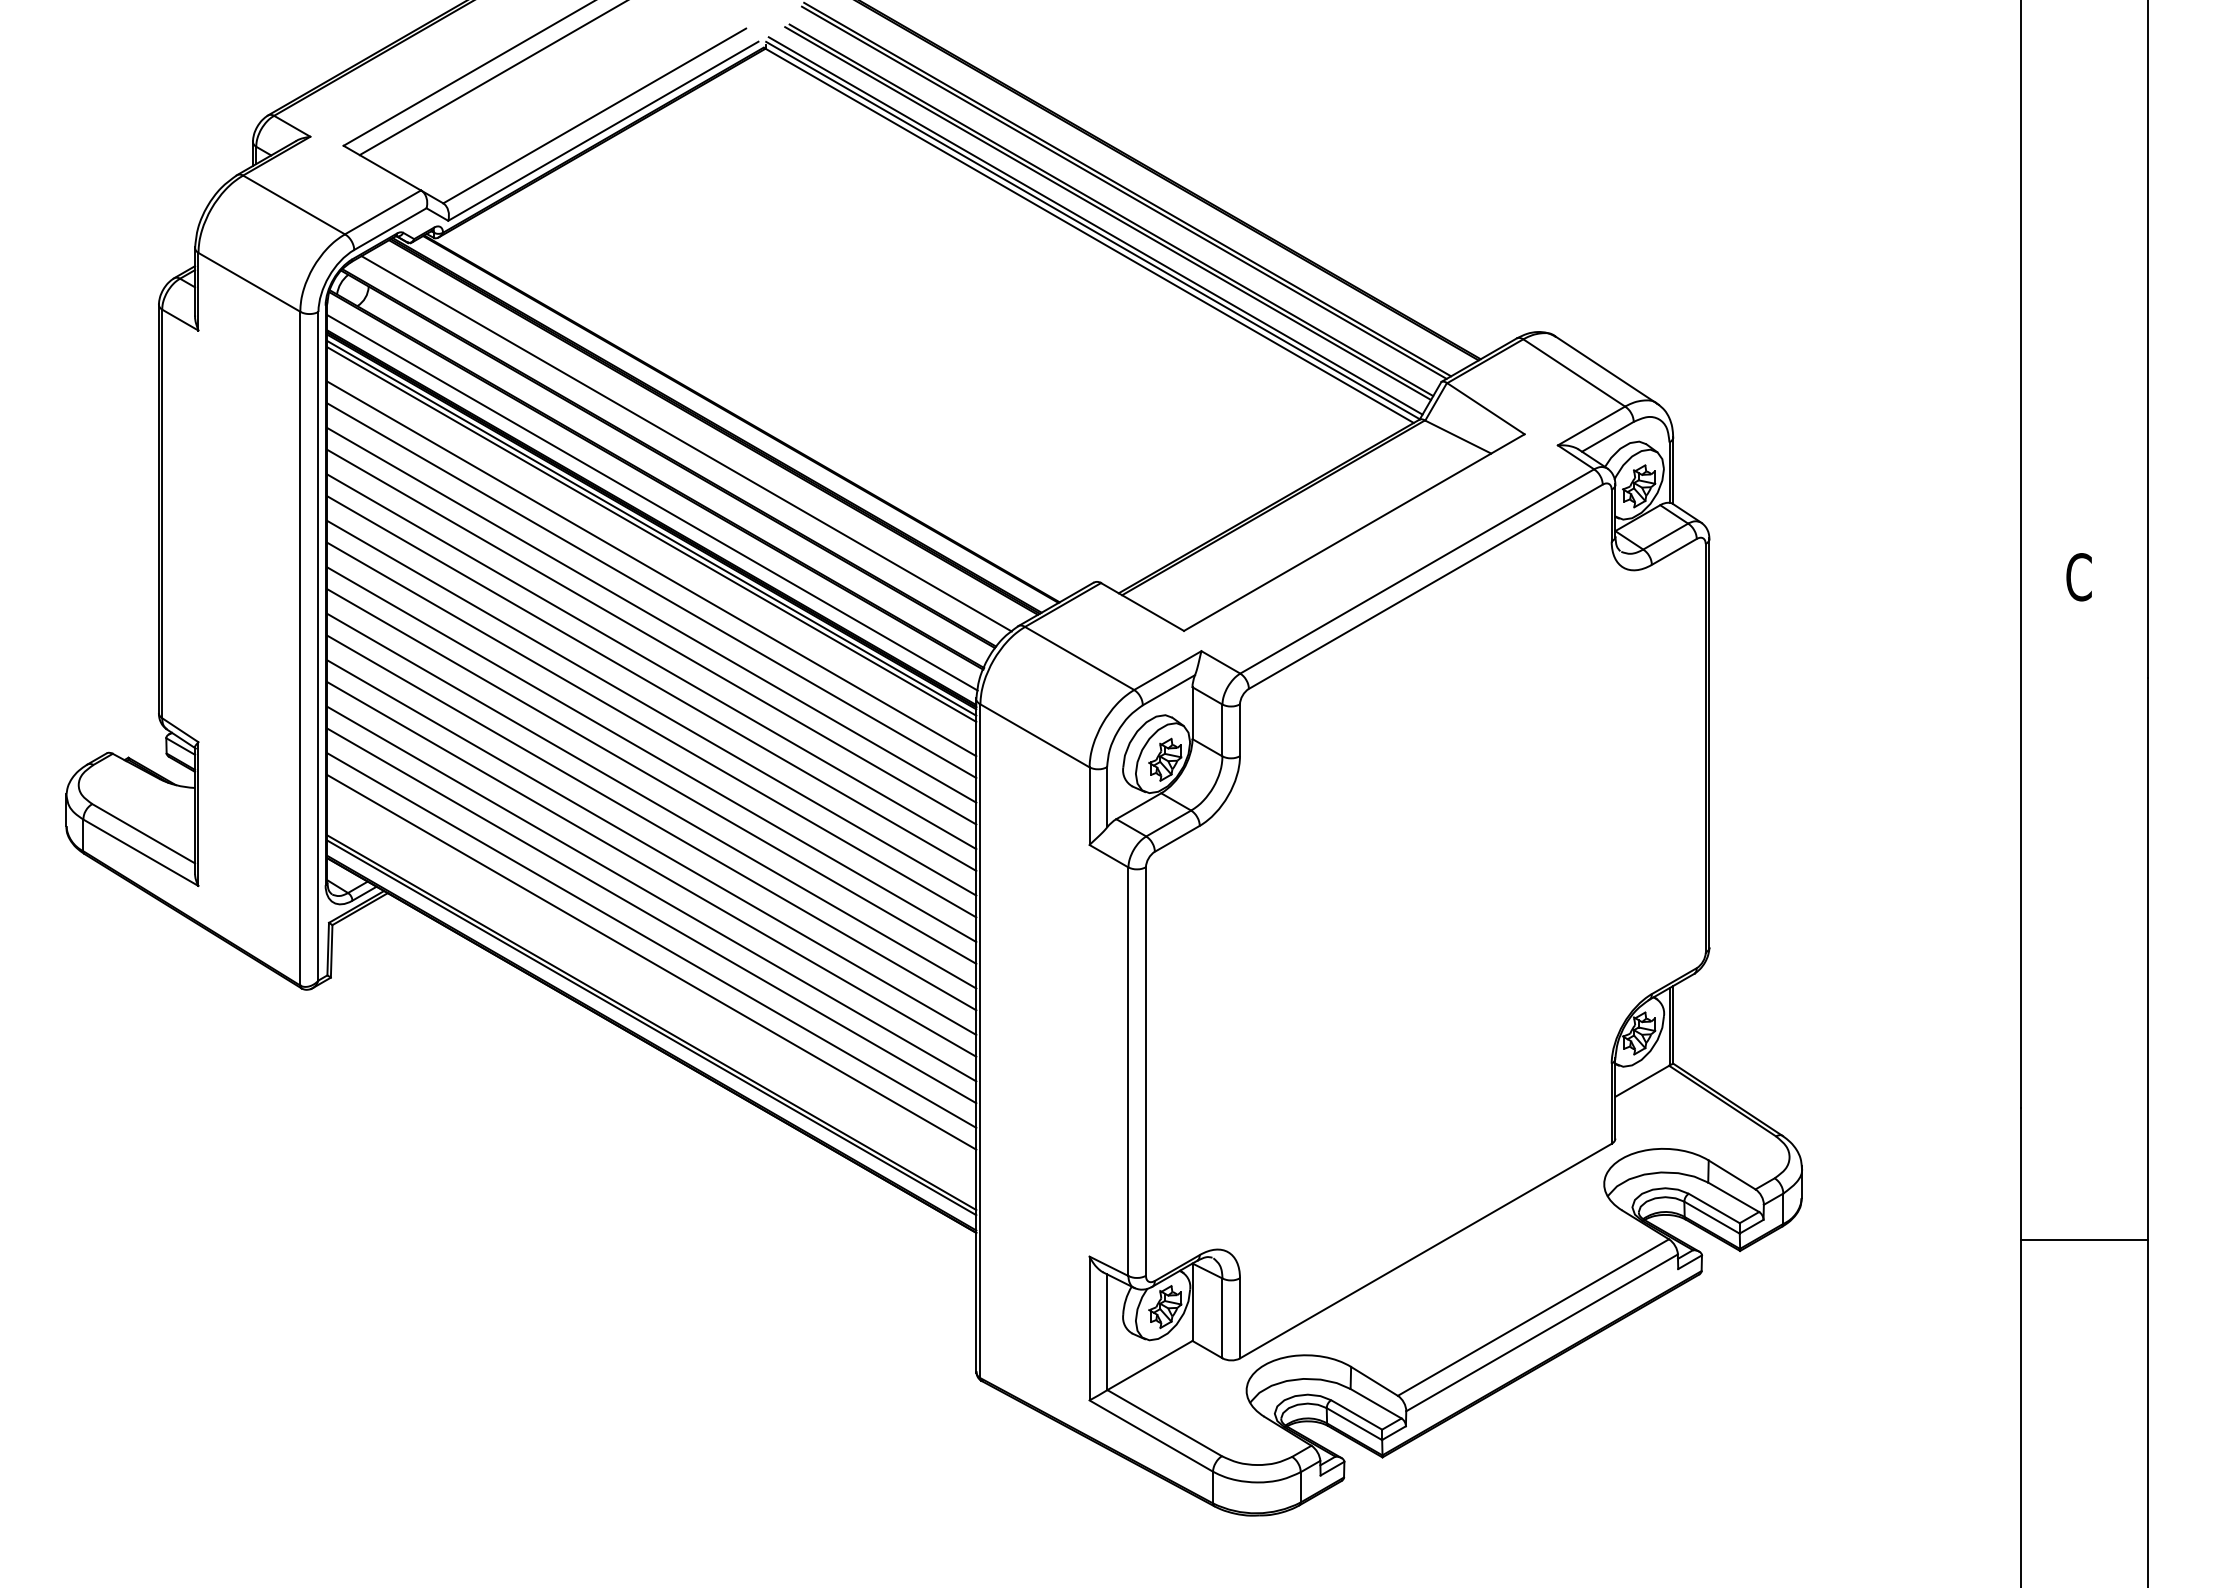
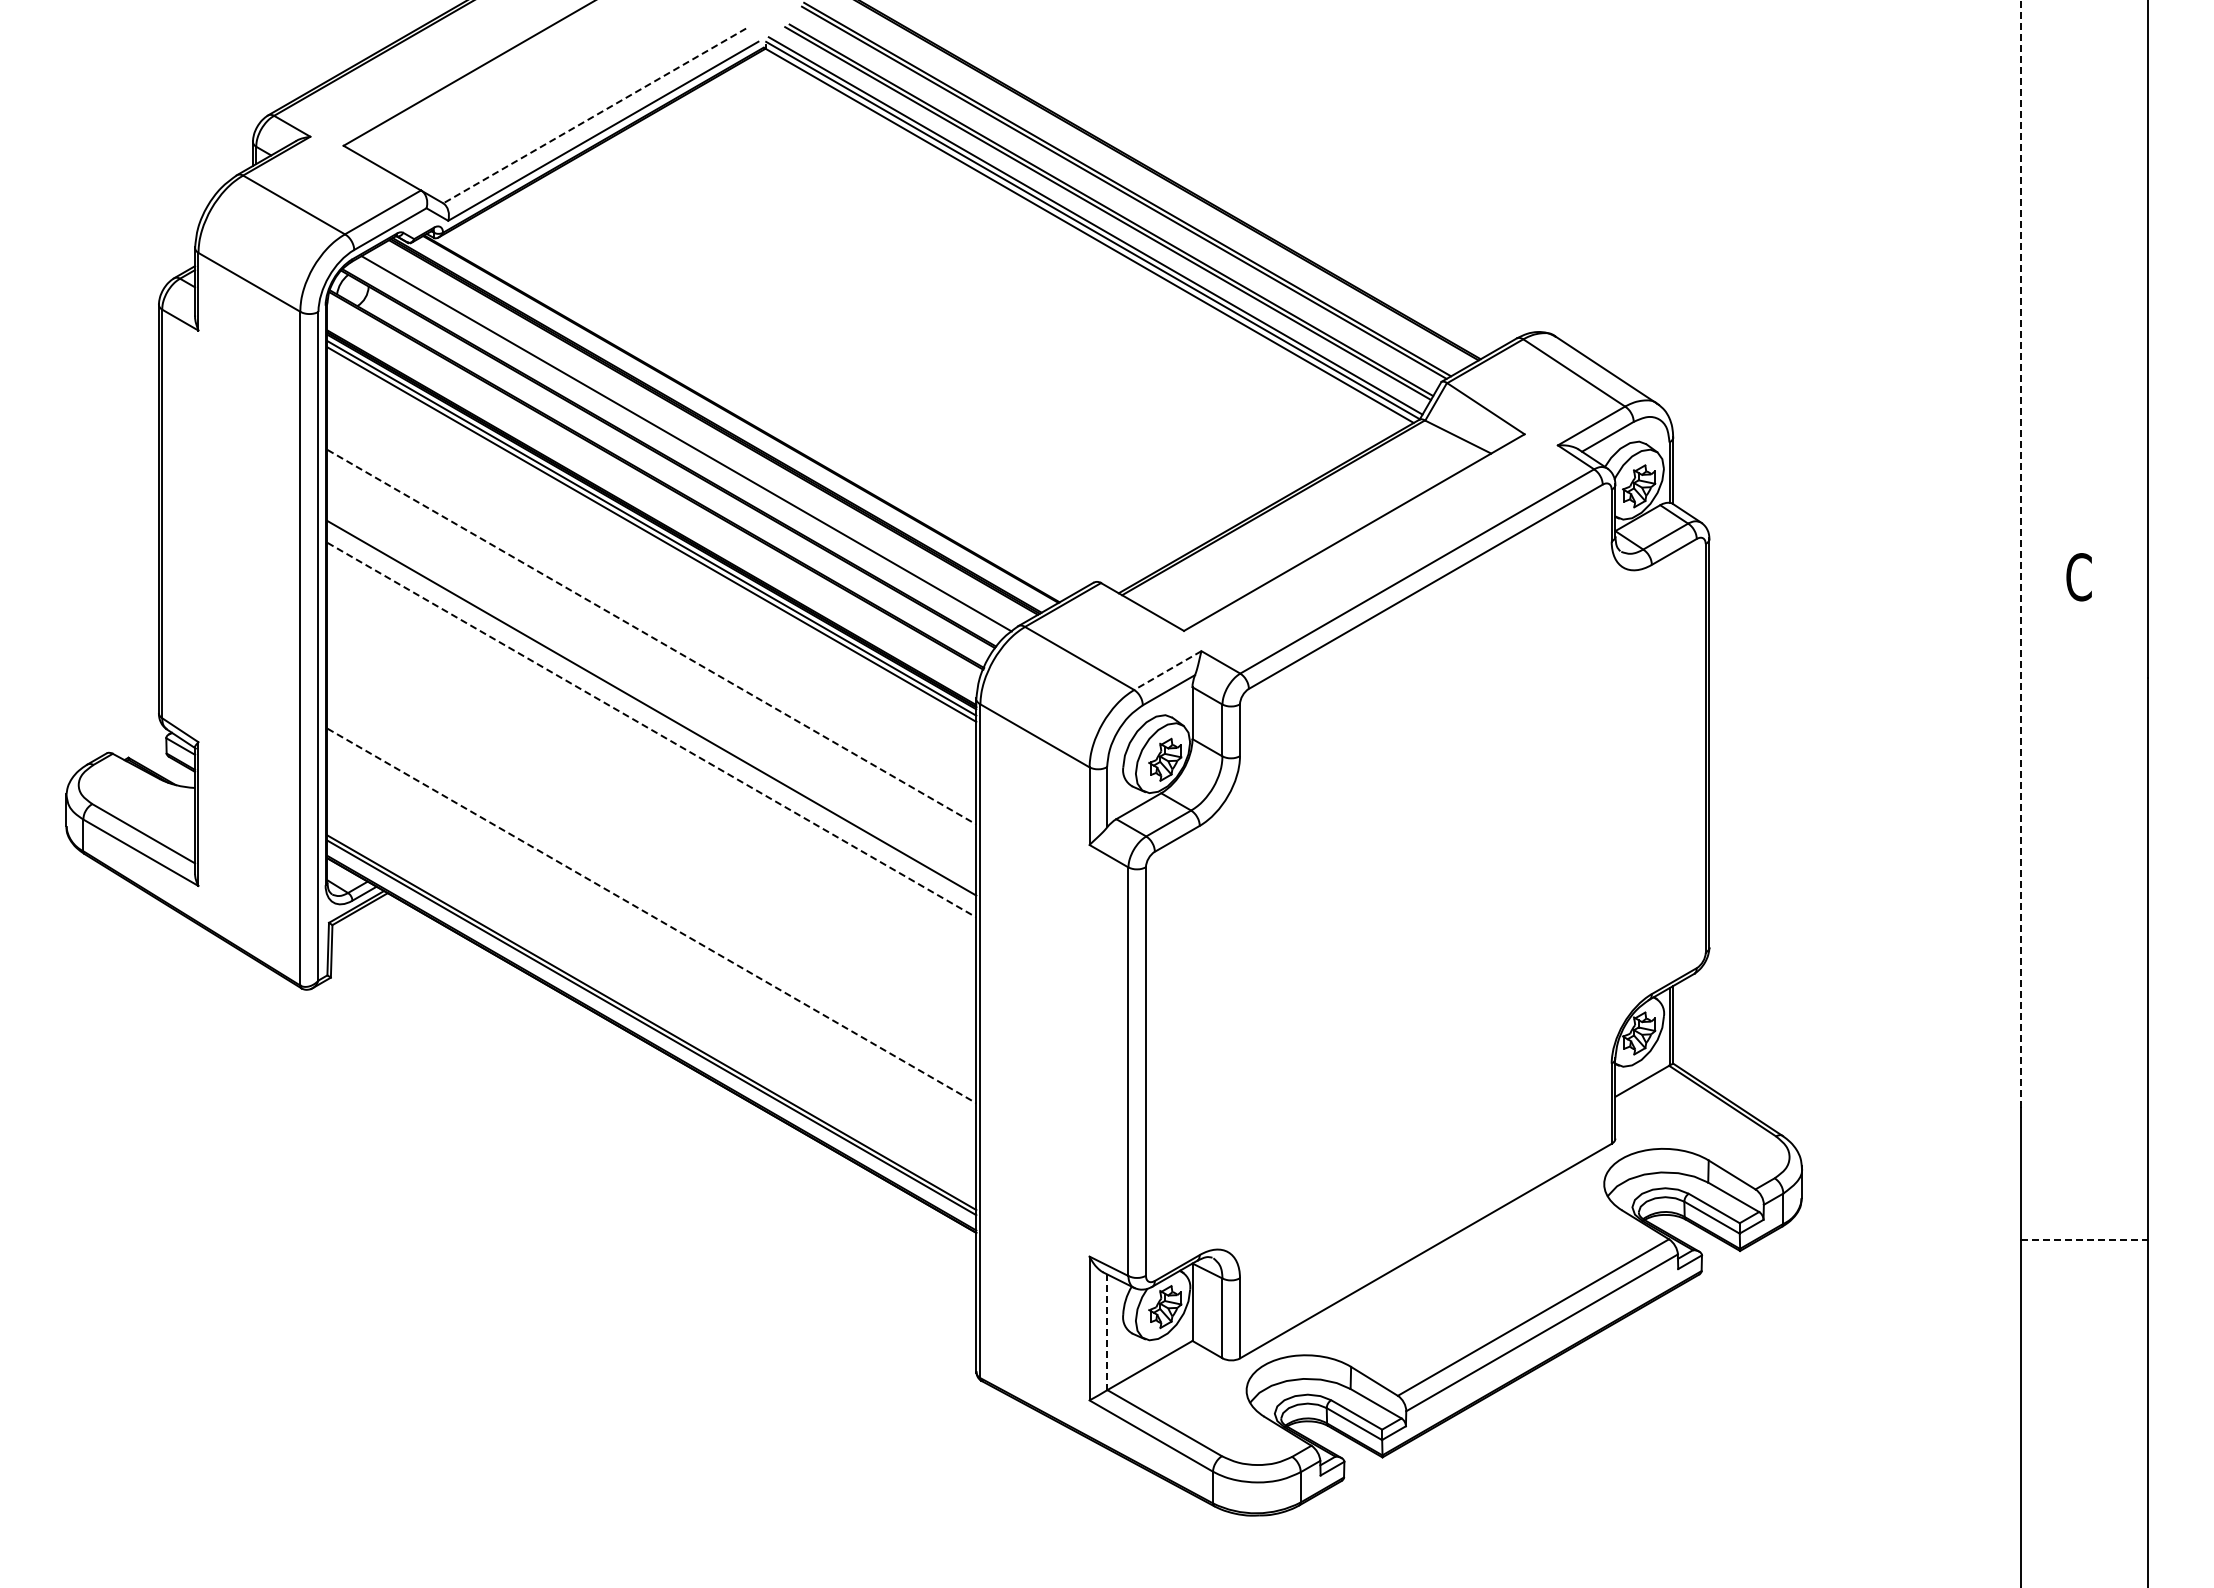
line at (491, 78): present -> none
line at (594, 115): solid -> dashed
line at (652, 502): present -> none
line at (2021, 553): solid -> dashed
line at (651, 568): present -> none
line at (651, 590): present -> none
line at (651, 615): present -> none
line at (651, 637): solid -> dashed
line at (651, 661): present -> none
line at (1167, 670): solid -> dashed
line at (651, 683): present -> none
line at (651, 730): solid -> dashed
line at (651, 754): present -> none
line at (651, 776): present -> none
line at (651, 800): present -> none
line at (651, 822): present -> none
line at (651, 847): present -> none
line at (651, 869): present -> none
line at (651, 893): present -> none
line at (651, 915): solid -> dashed
line at (651, 940): present -> none
line at (651, 962): present -> none
line at (2084, 1240): solid -> dashed
line at (1107, 1332): solid -> dashed
